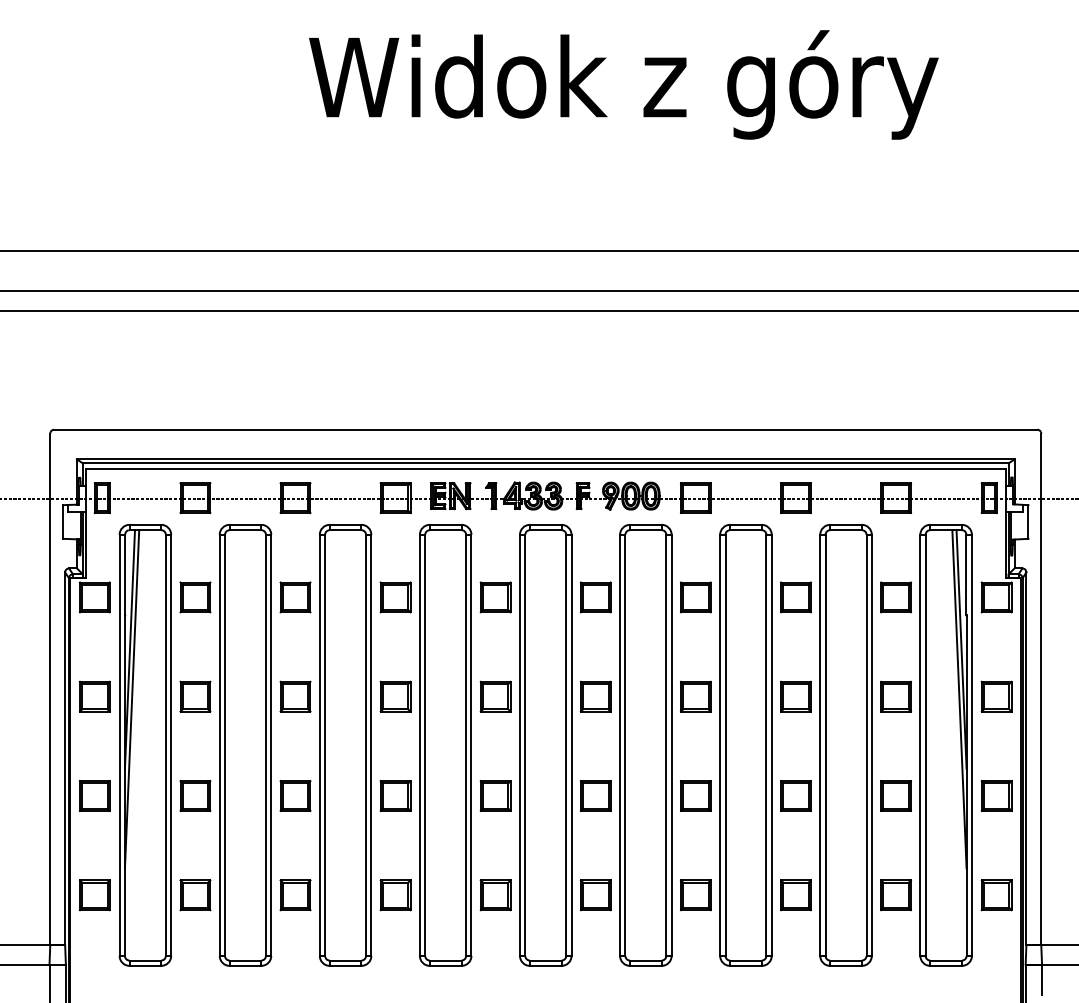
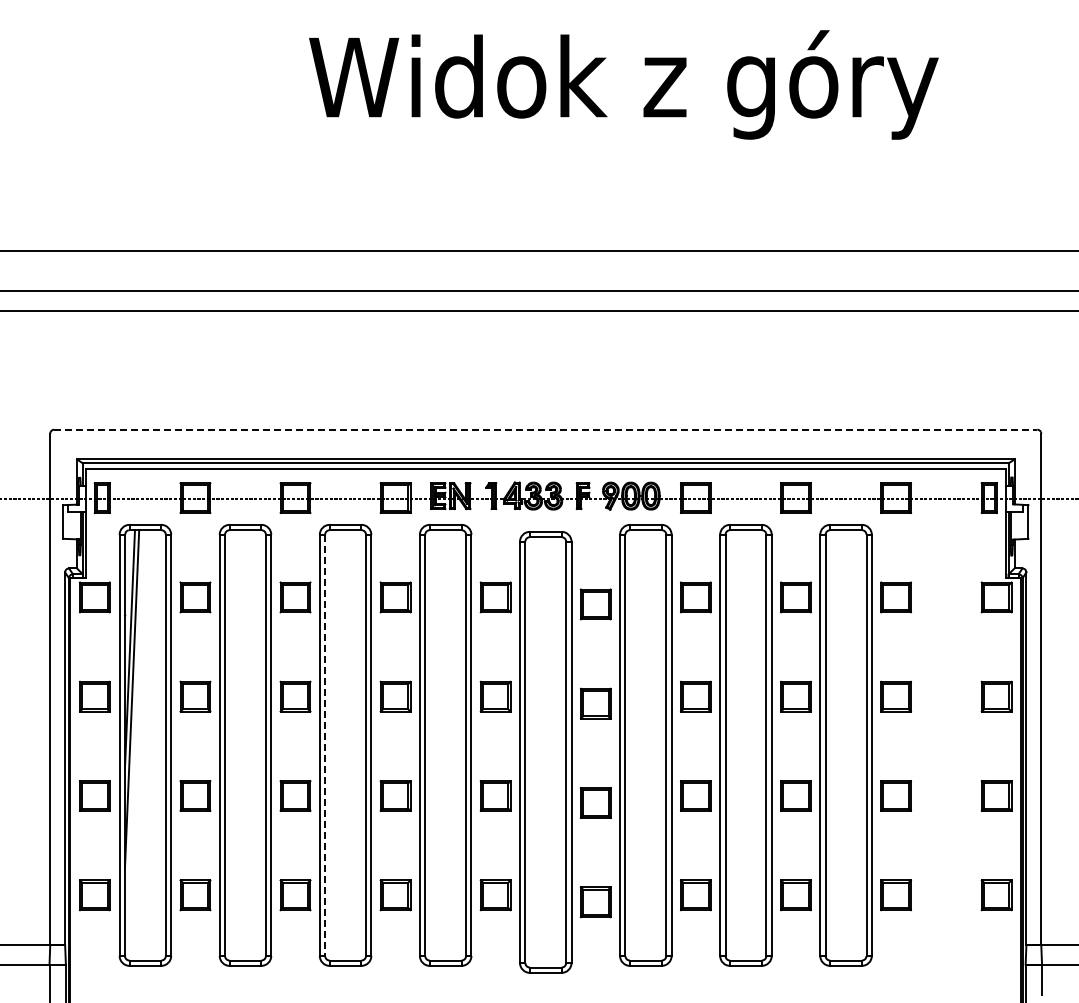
line at (545, 429): solid -> dashed
line at (325, 745): solid -> dashed
part at (565, 745) position: (565, 745) -> (565, 752)
part at (945, 745): present -> none
